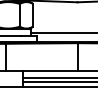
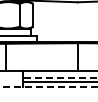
line at (62, 33): present -> none
line at (61, 77): solid -> dashed
line at (49, 86): solid -> dashed
